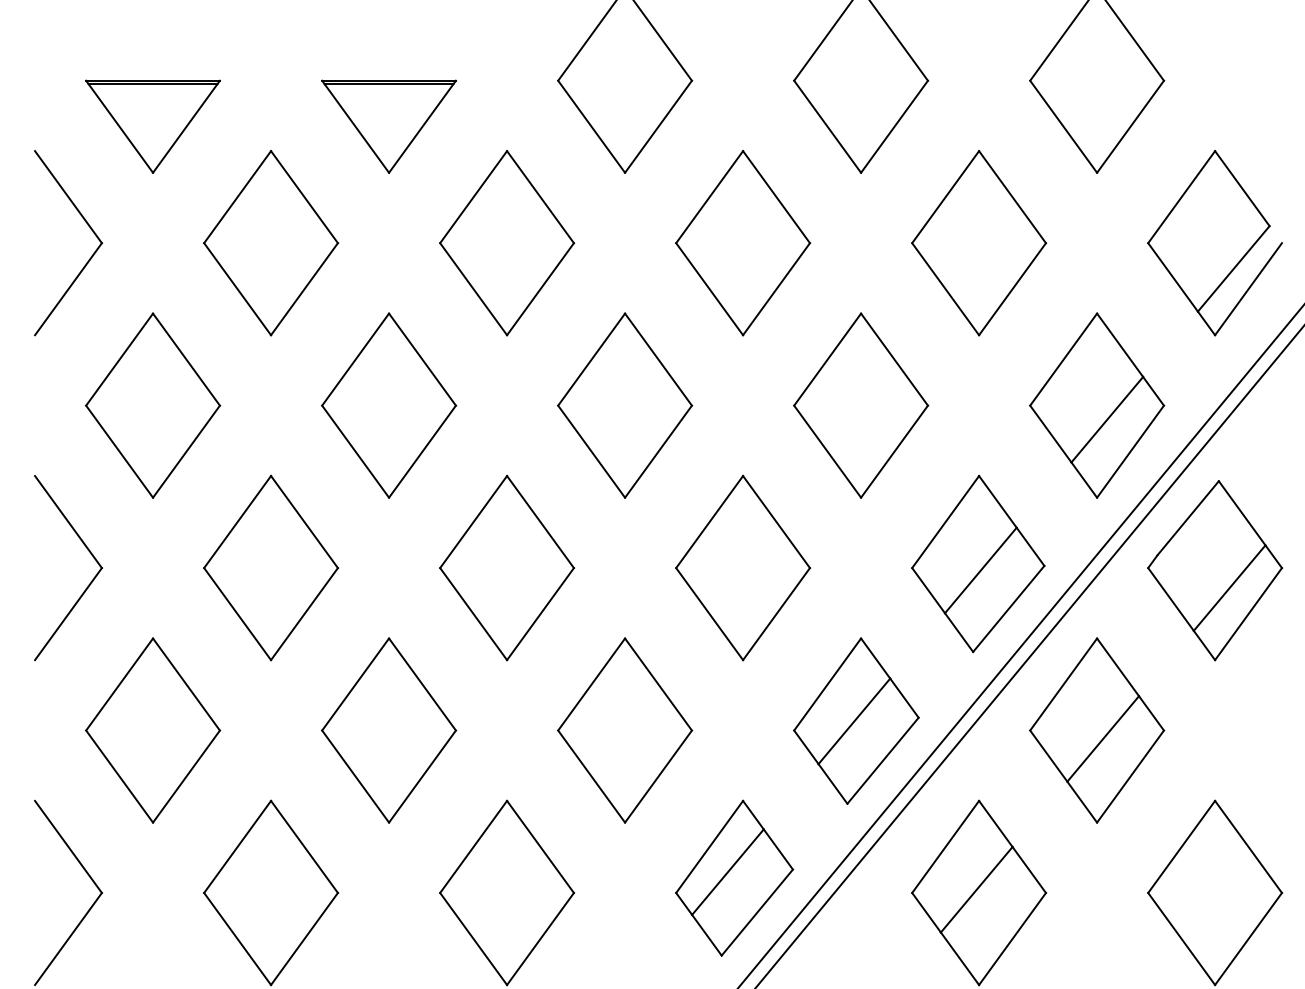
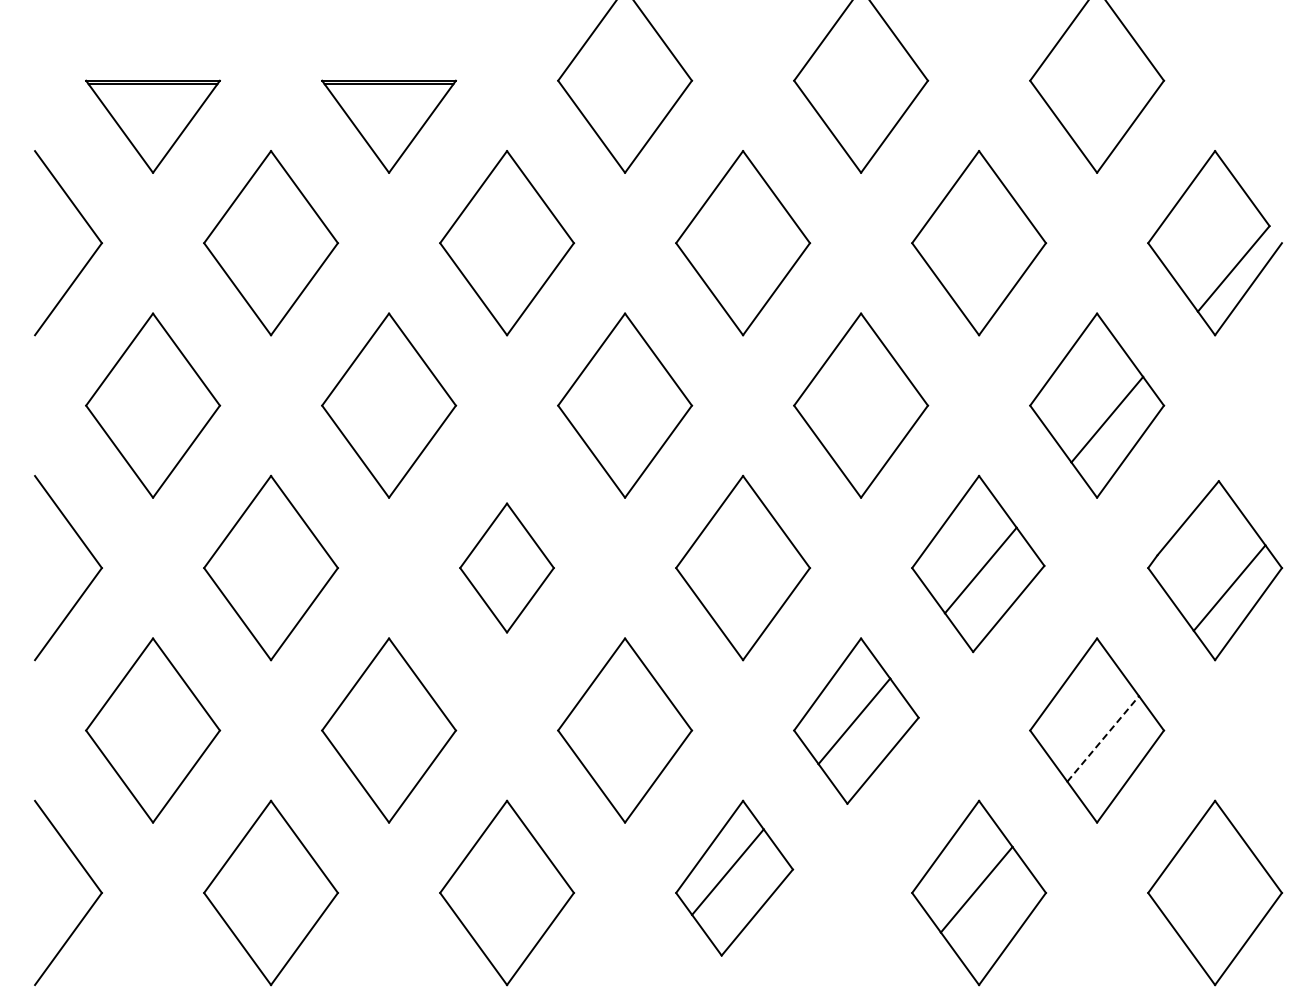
part at (506, 567) size: 136x188 px -> 96x132 px
line at (1020, 646): present -> none
line at (1029, 656): present -> none
line at (1103, 738): solid -> dashed
